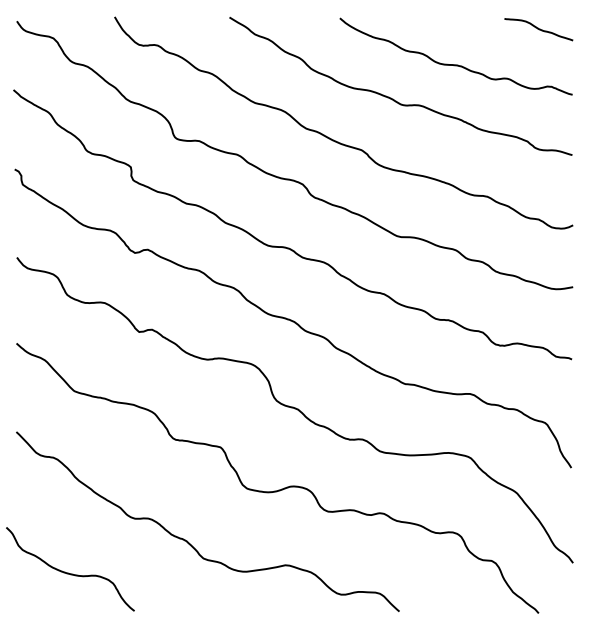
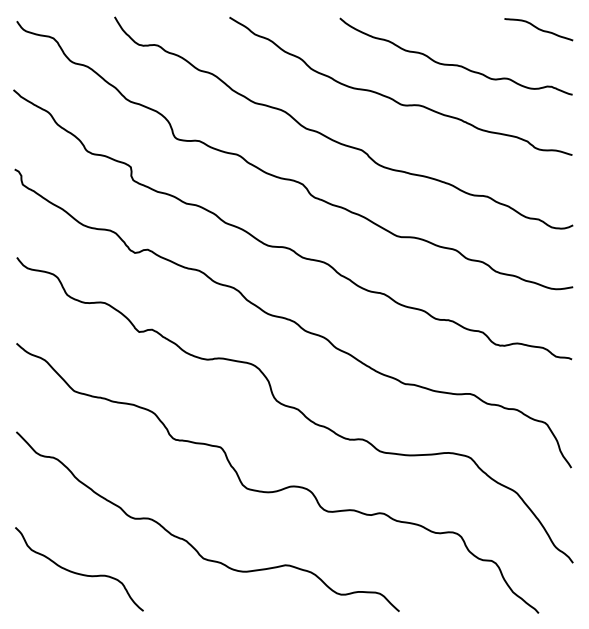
curve at (68, 572) position: (68, 572) -> (77, 572)
